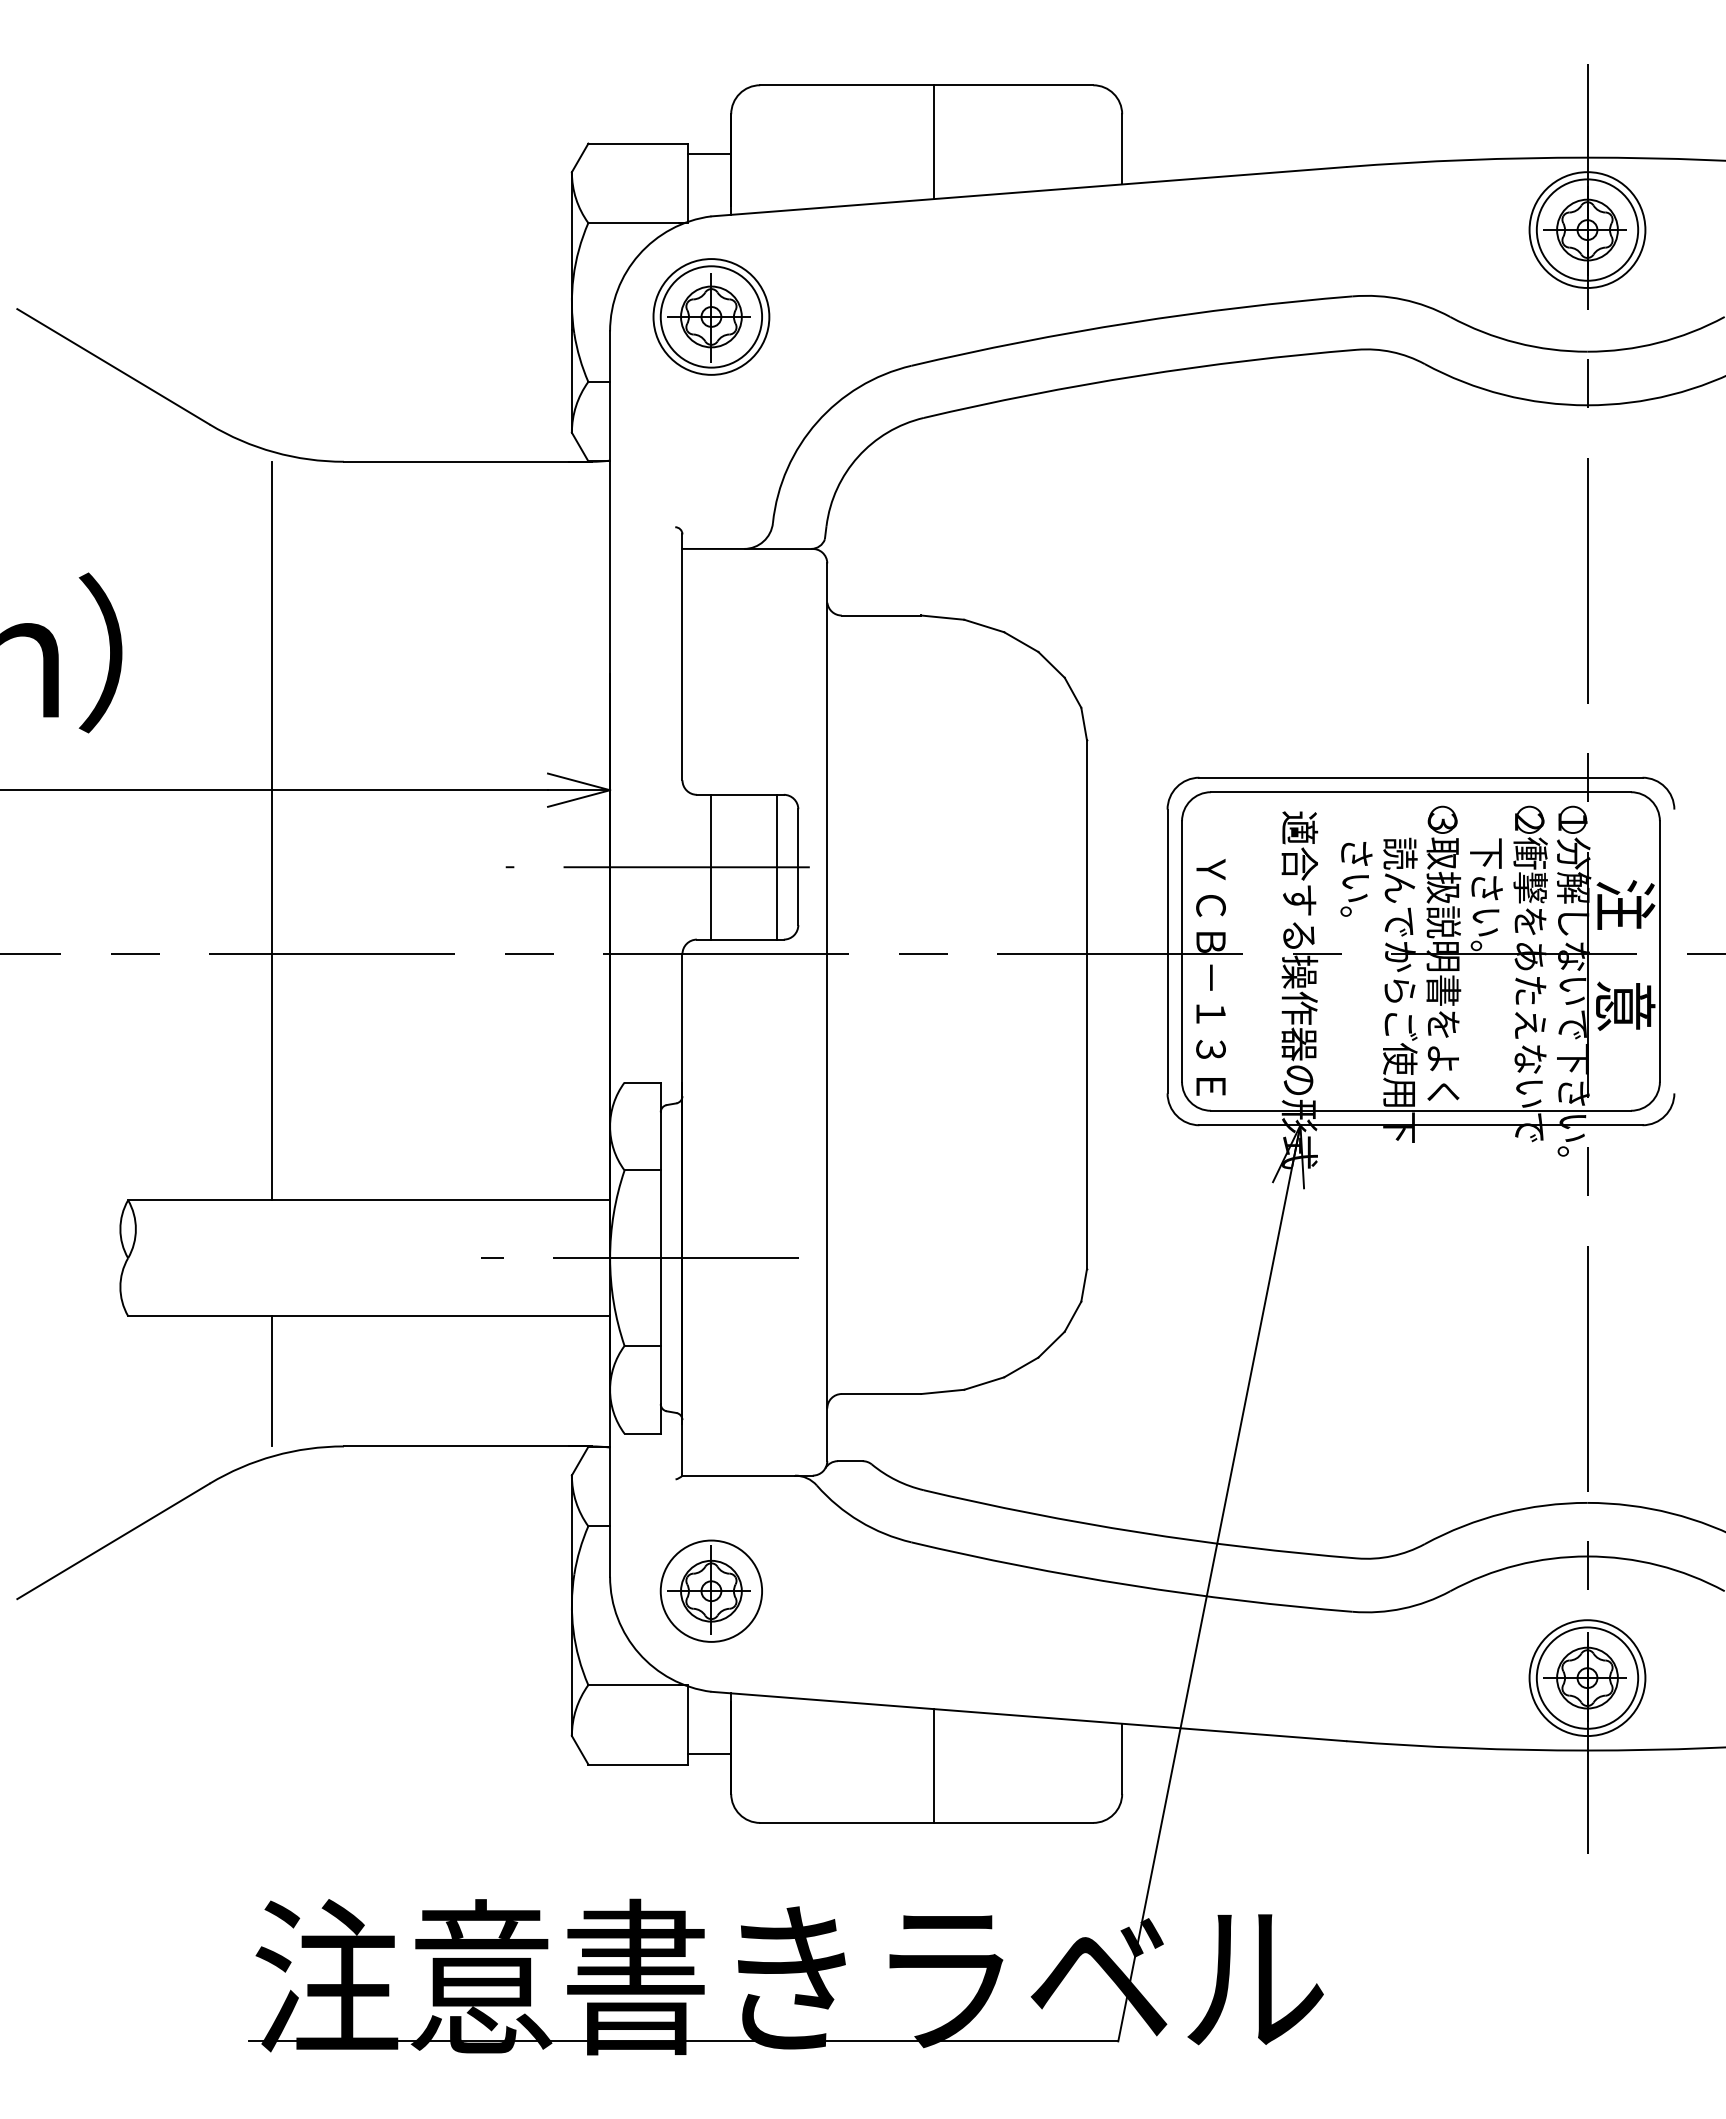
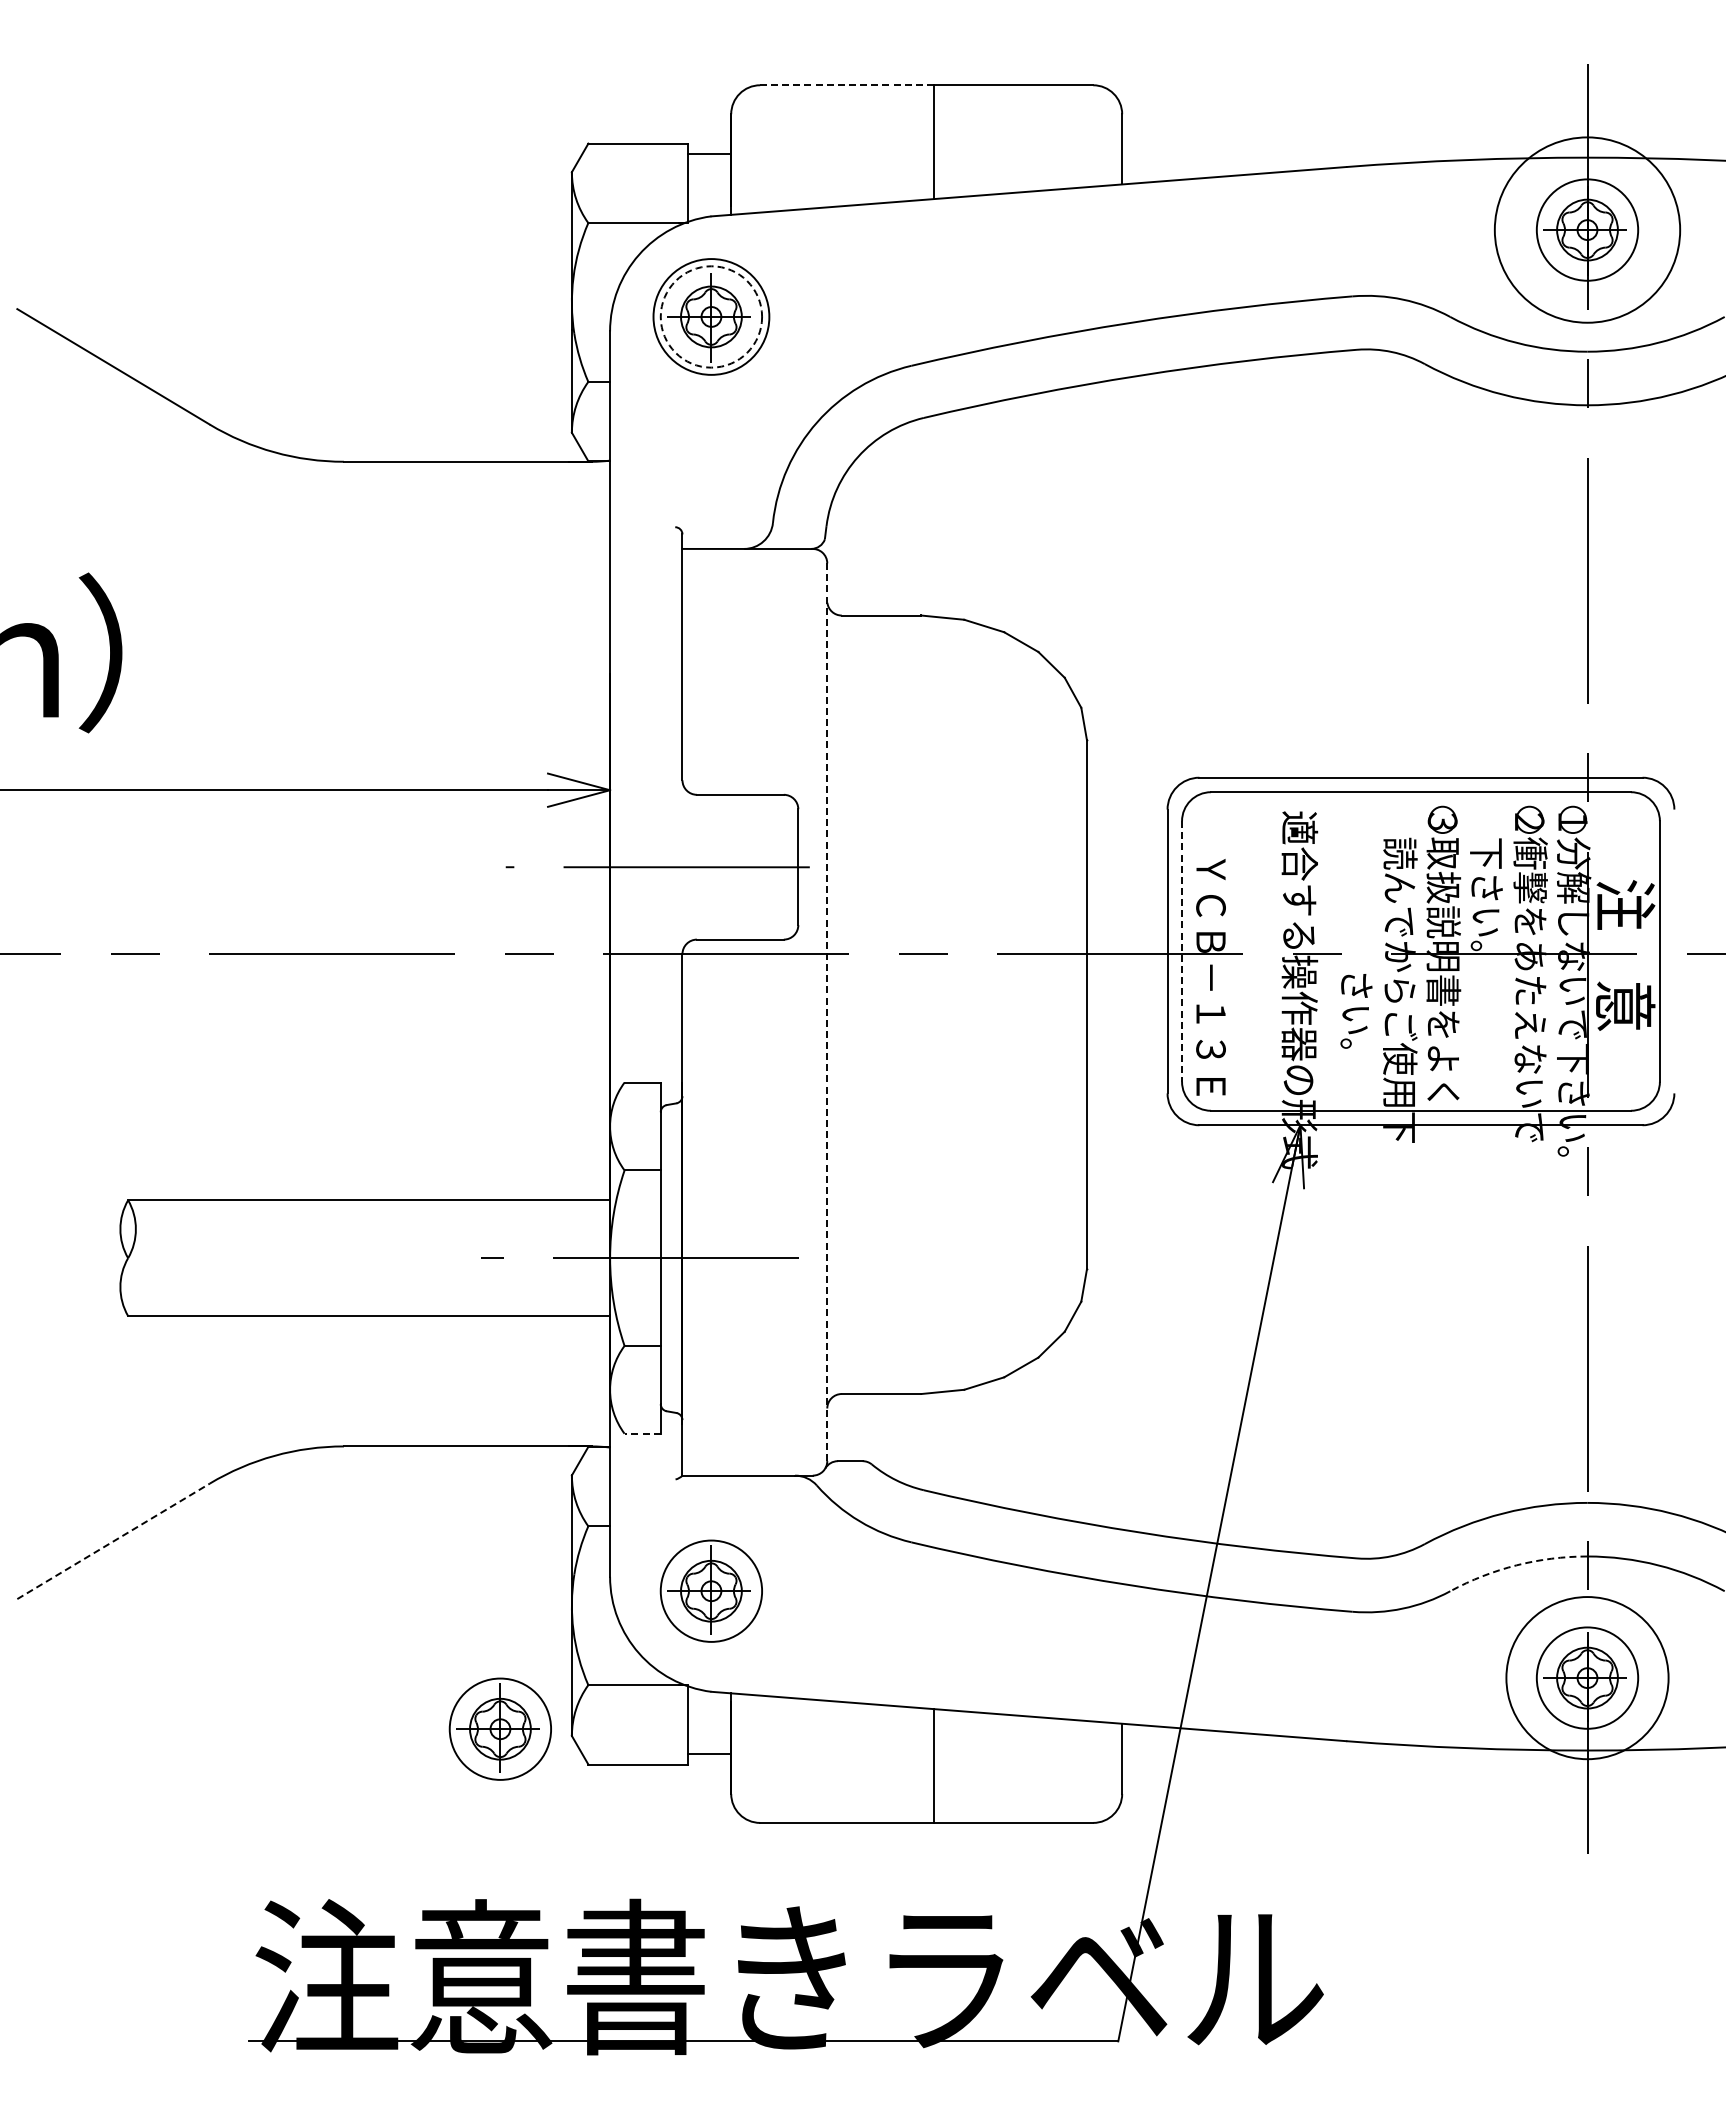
line at (847, 85): solid -> dashed
circle at (1587, 230) diameter: 116 px -> 185 px
circle at (711, 316): solid -> dashed
line at (271, 830): present -> none
line at (711, 866): present -> none
line at (776, 866): present -> none
text at (1356, 879) position: (1356, 879) -> (1356, 1011)
line at (1182, 952): solid -> dashed
line at (827, 1012): solid -> dashed
line at (271, 1381): present -> none
line at (642, 1433): solid -> dashed
line at (114, 1541): solid -> dashed
arc at (1516, 1565): solid -> dashed
circle at (1587, 1678) diameter: 116 px -> 162 px
part at (499, 1728): none -> present
